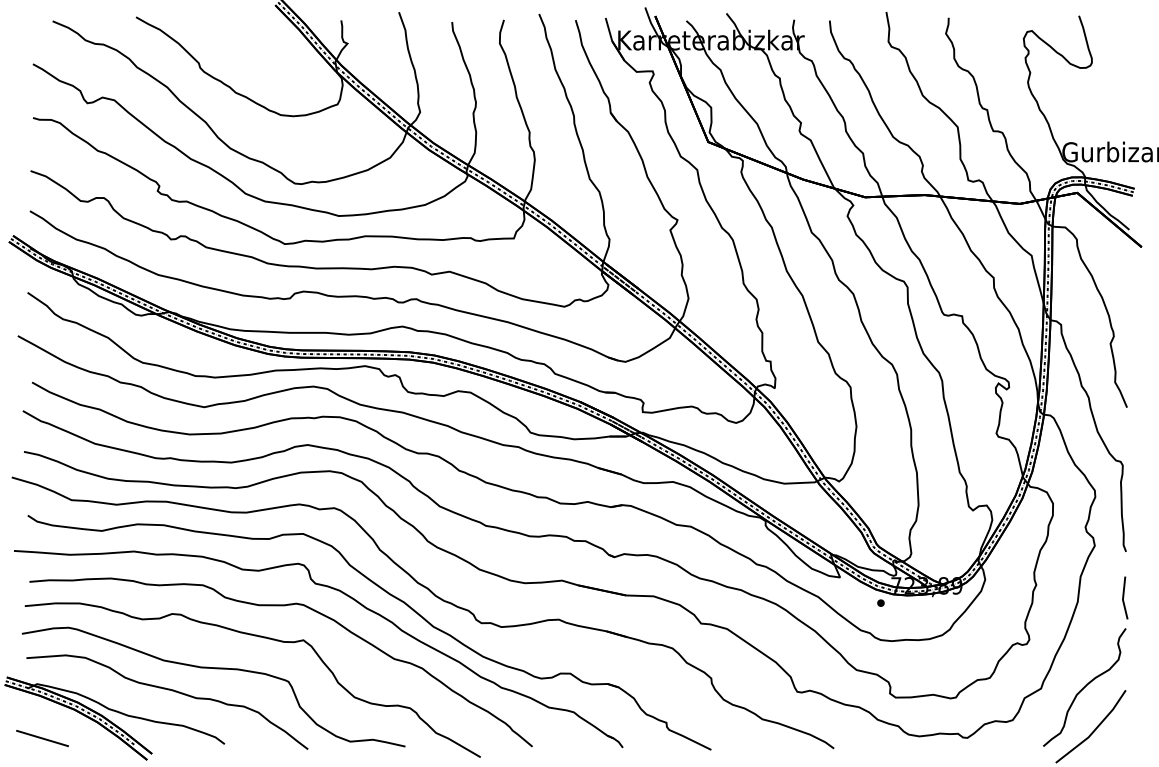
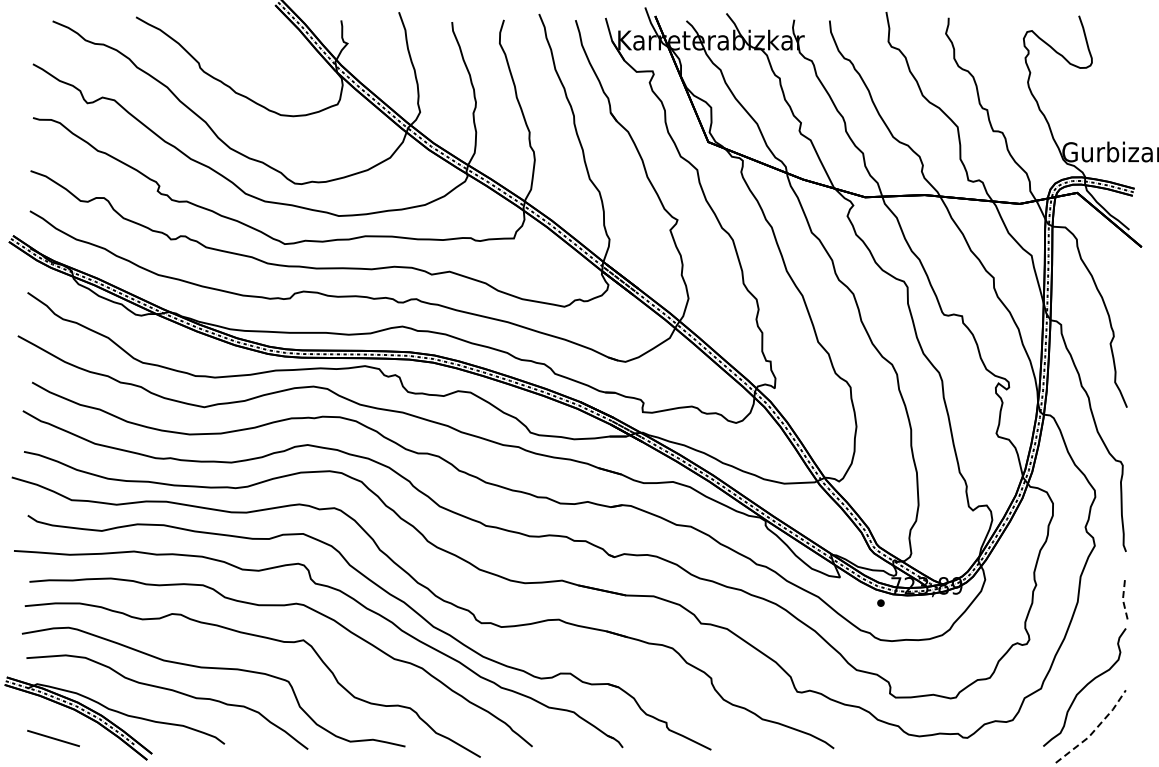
line at (1123, 598): solid -> dashed
line at (1095, 729): solid -> dashed
line at (42, 738) position: (42, 738) -> (53, 738)
